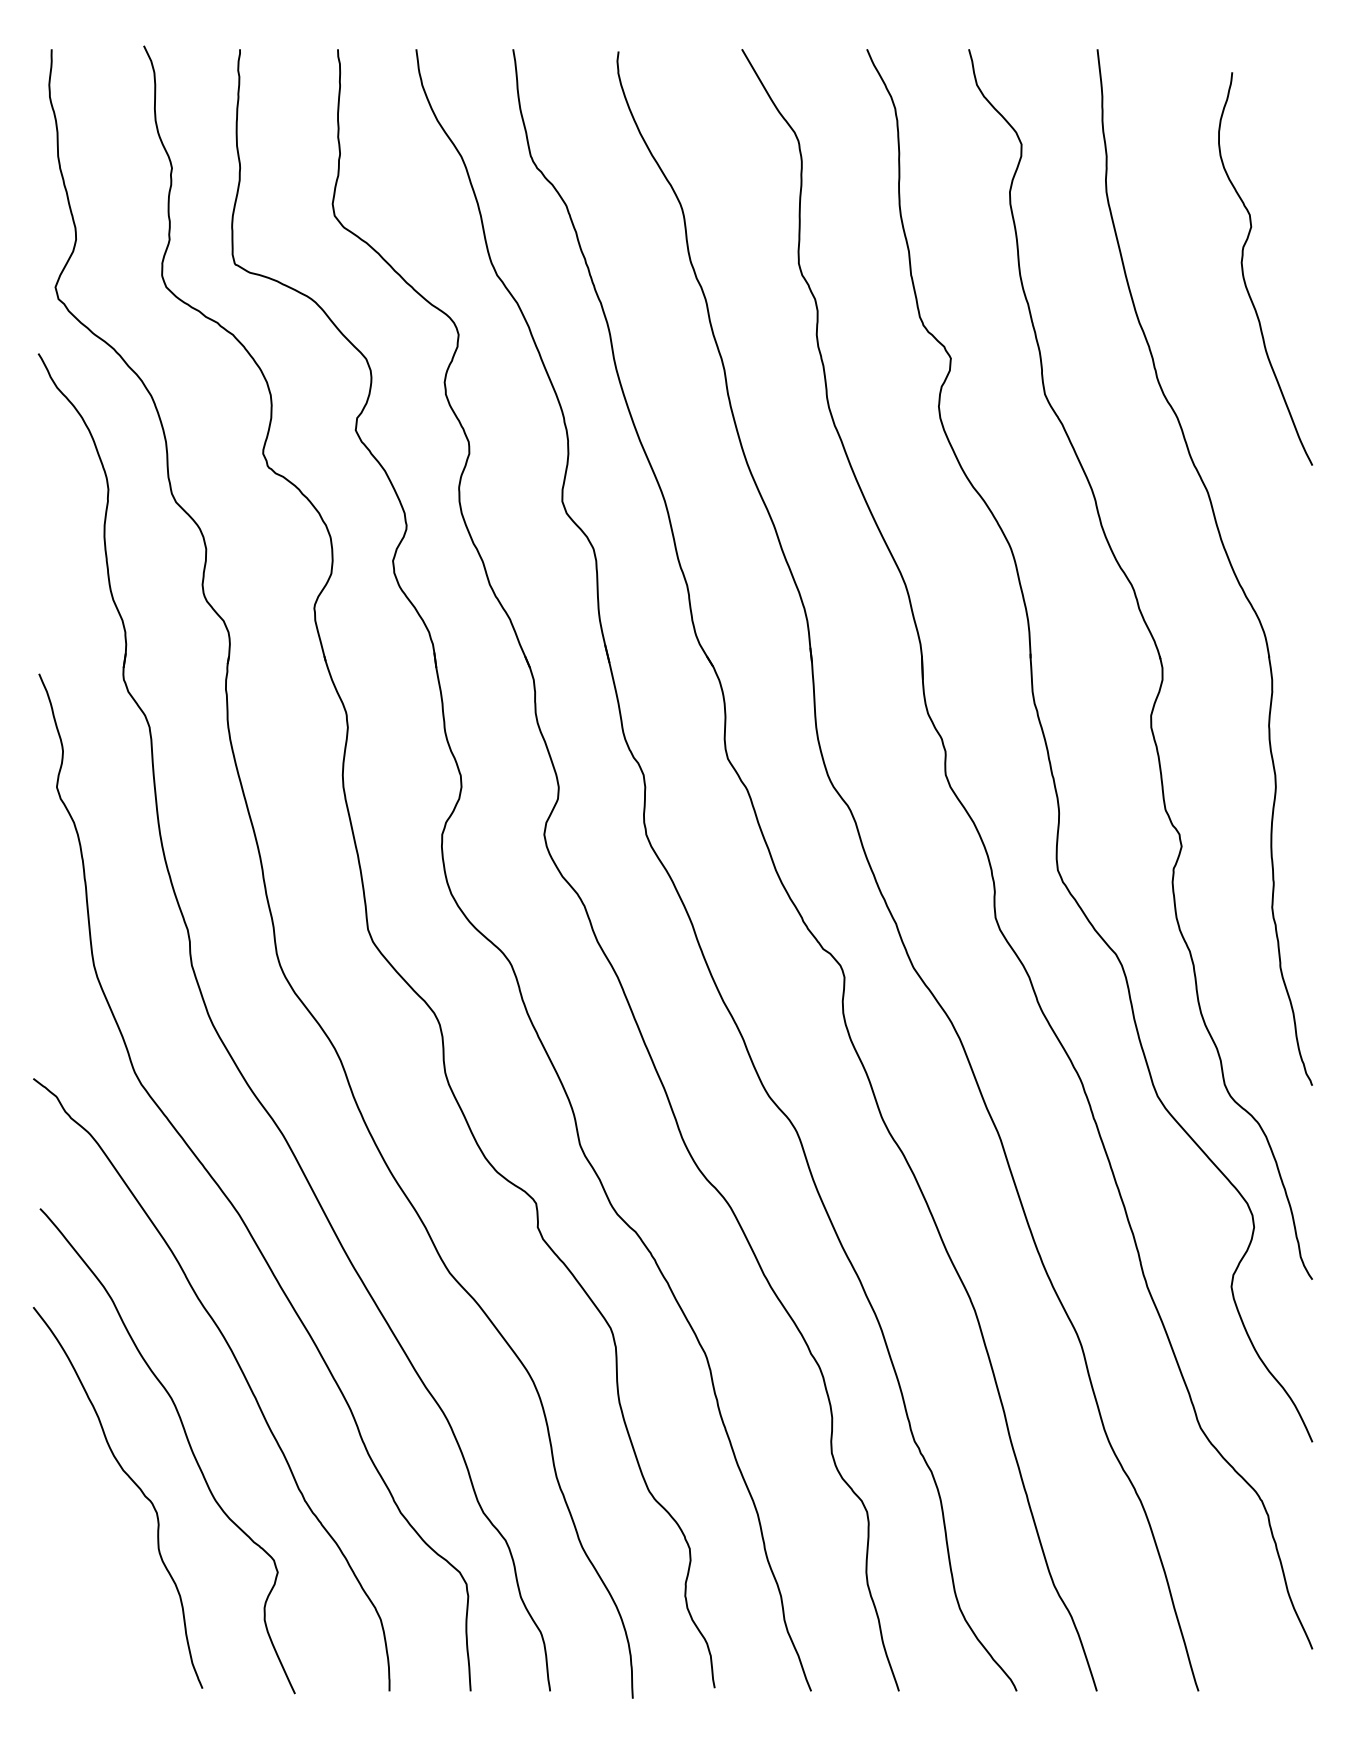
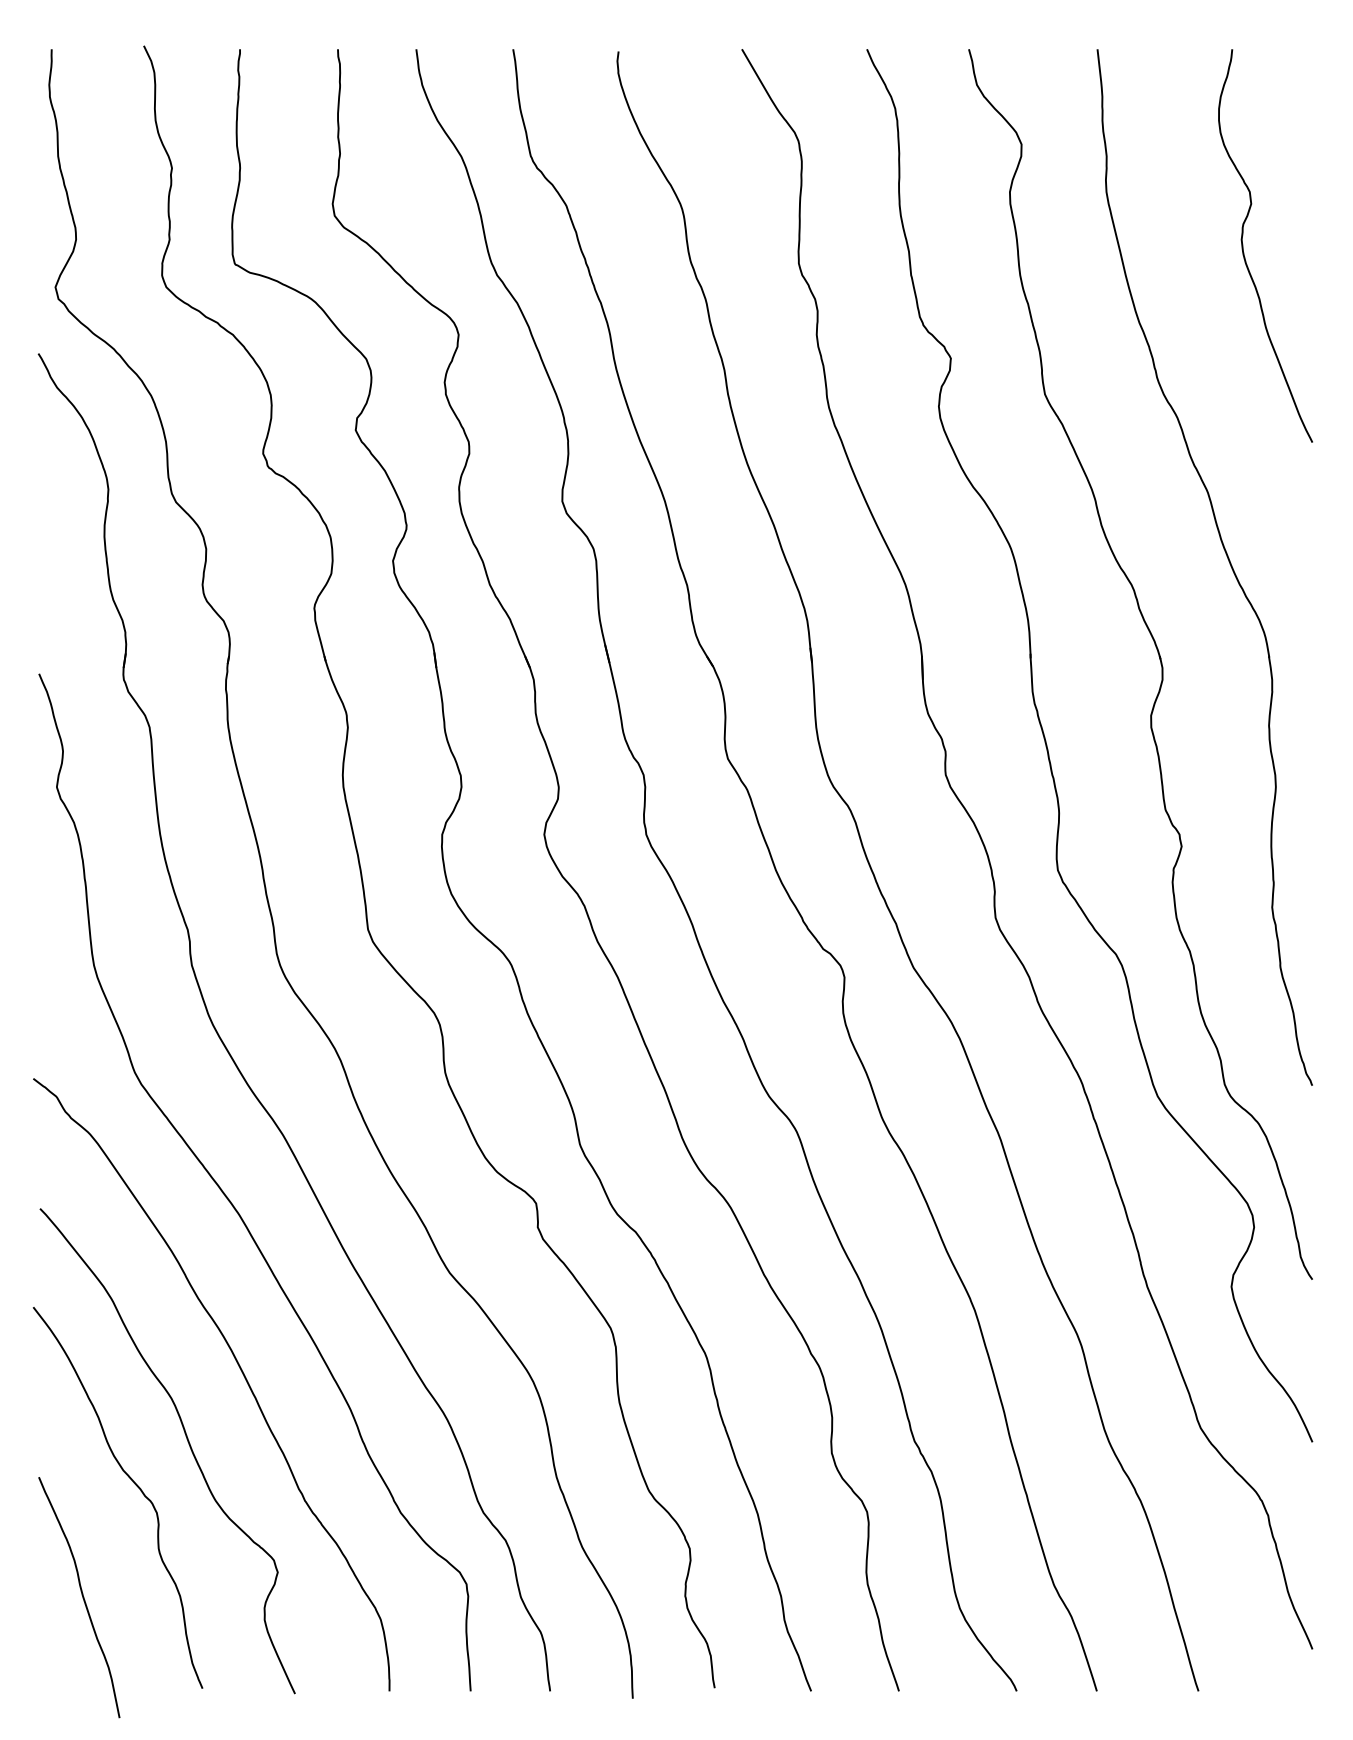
curve at (1243, 268) position: (1243, 268) -> (1243, 245)
curve at (81, 1595): none -> present
